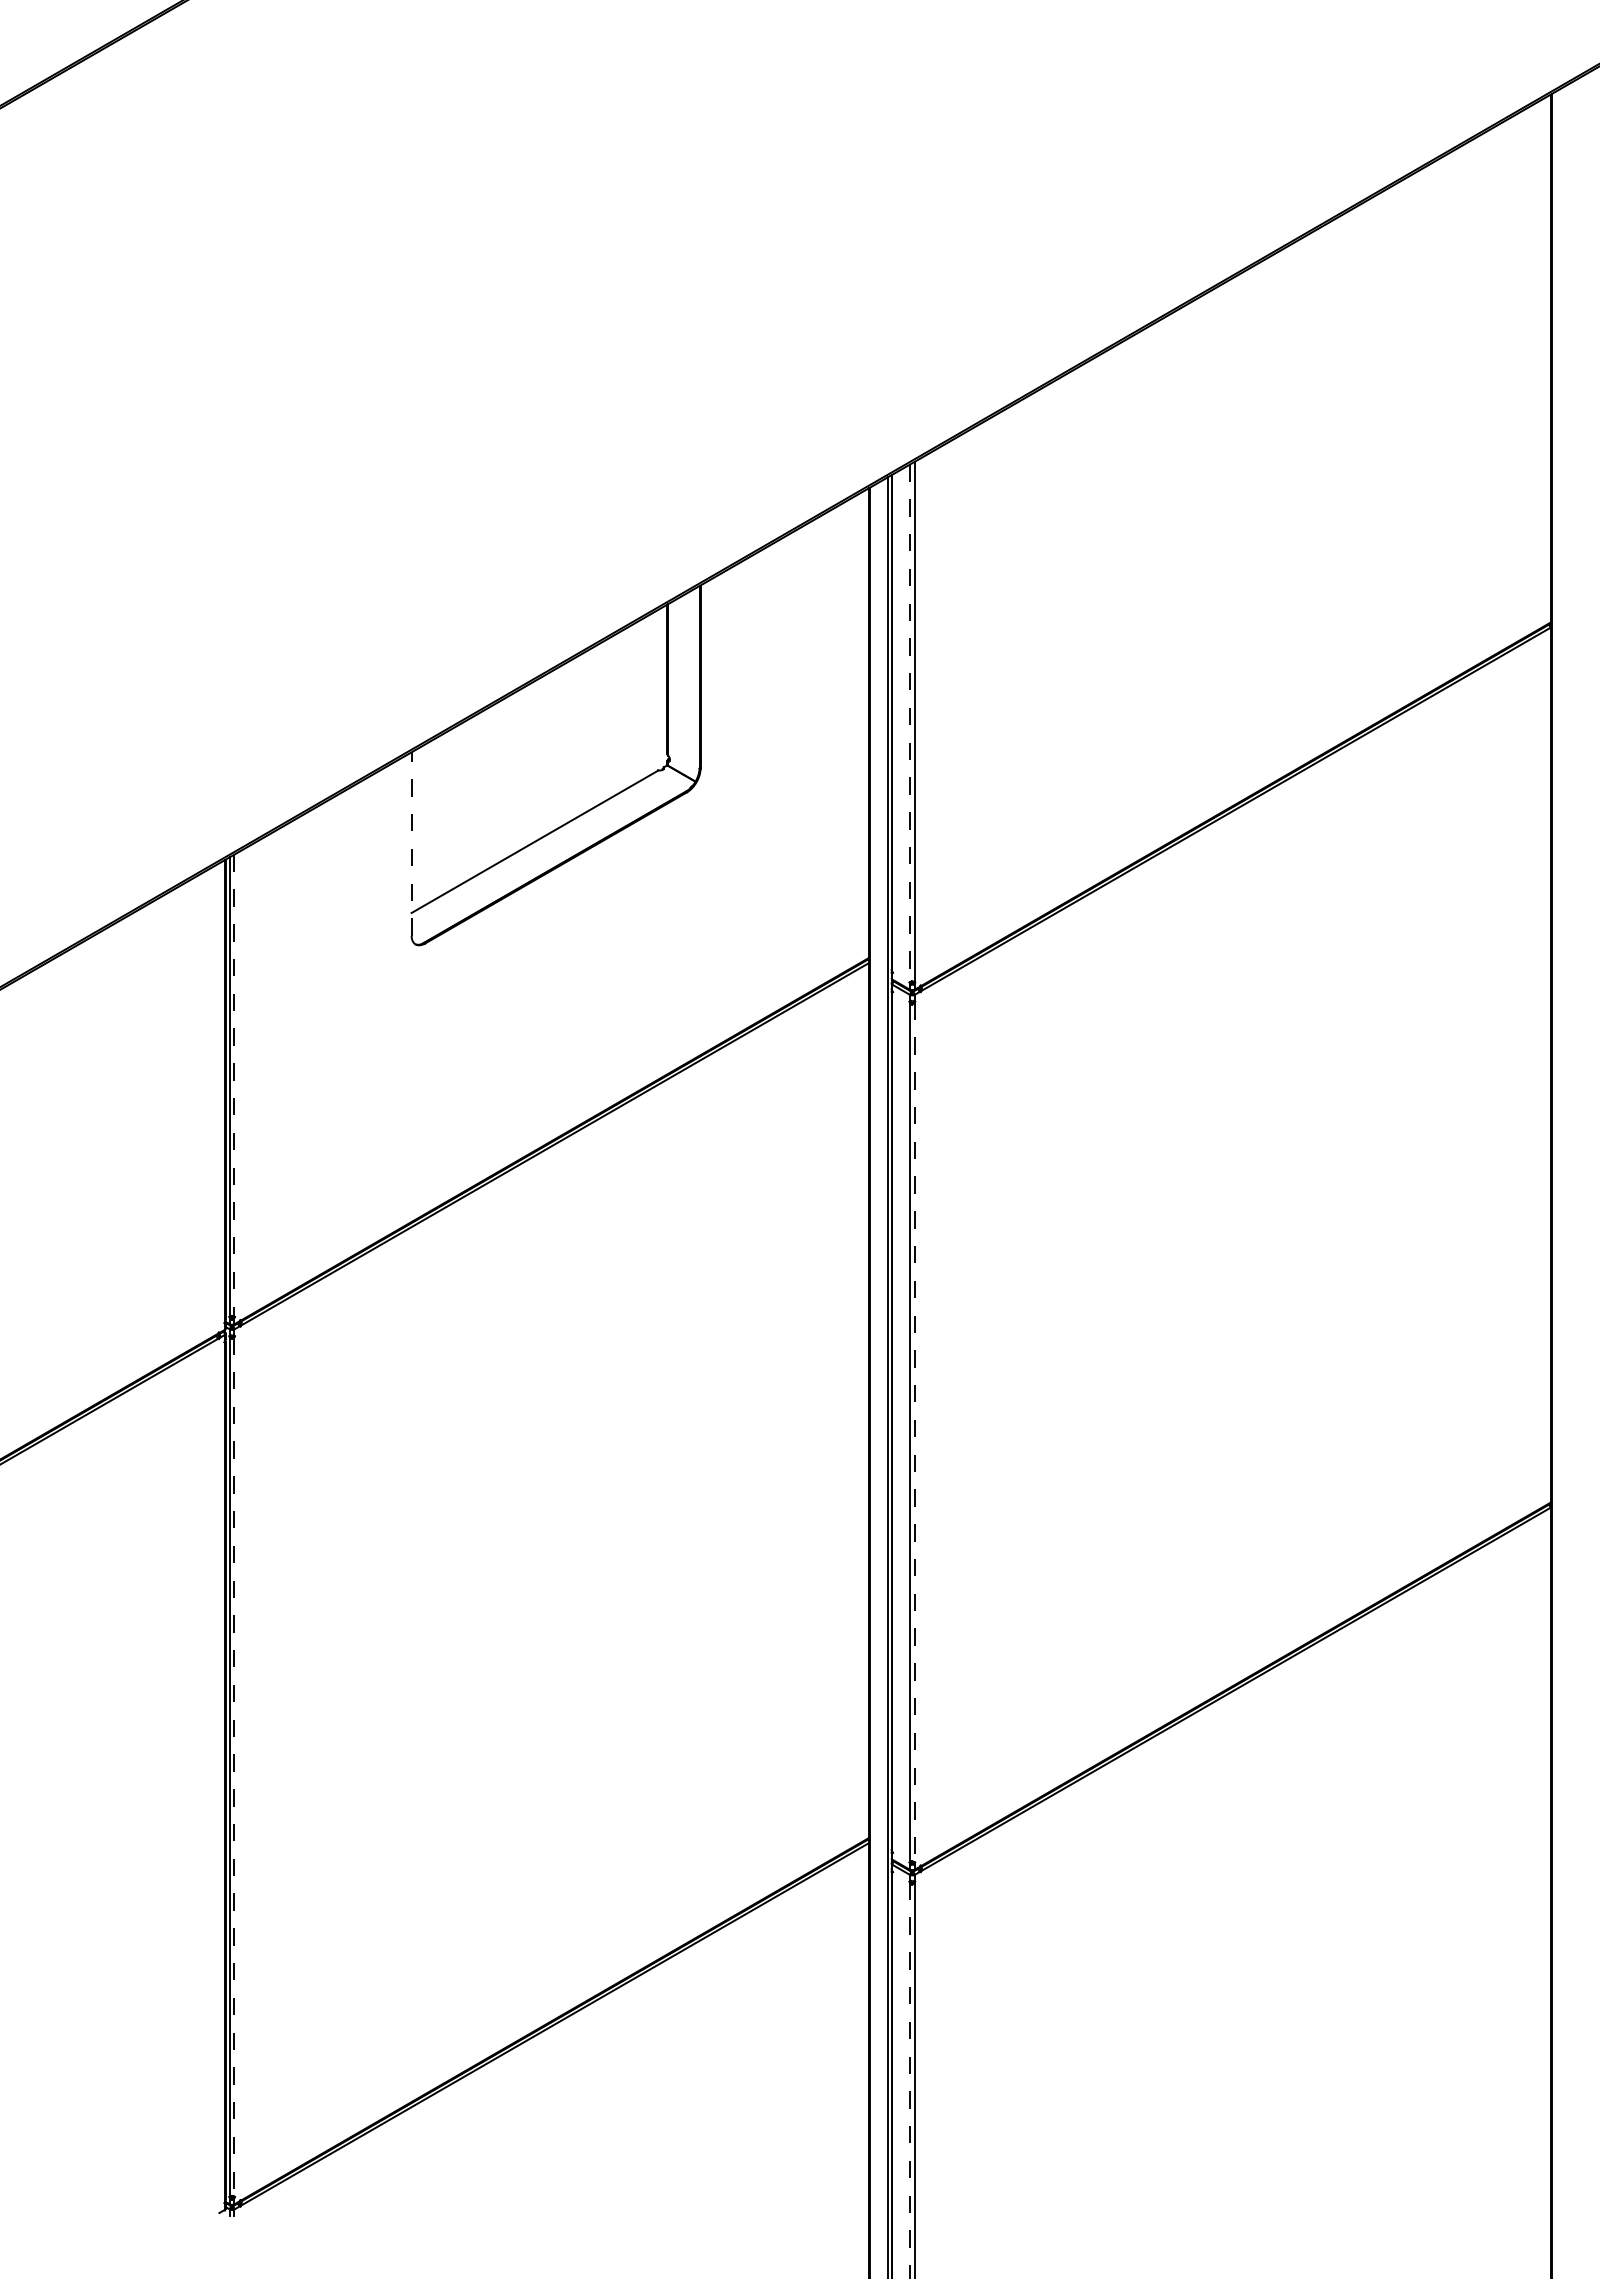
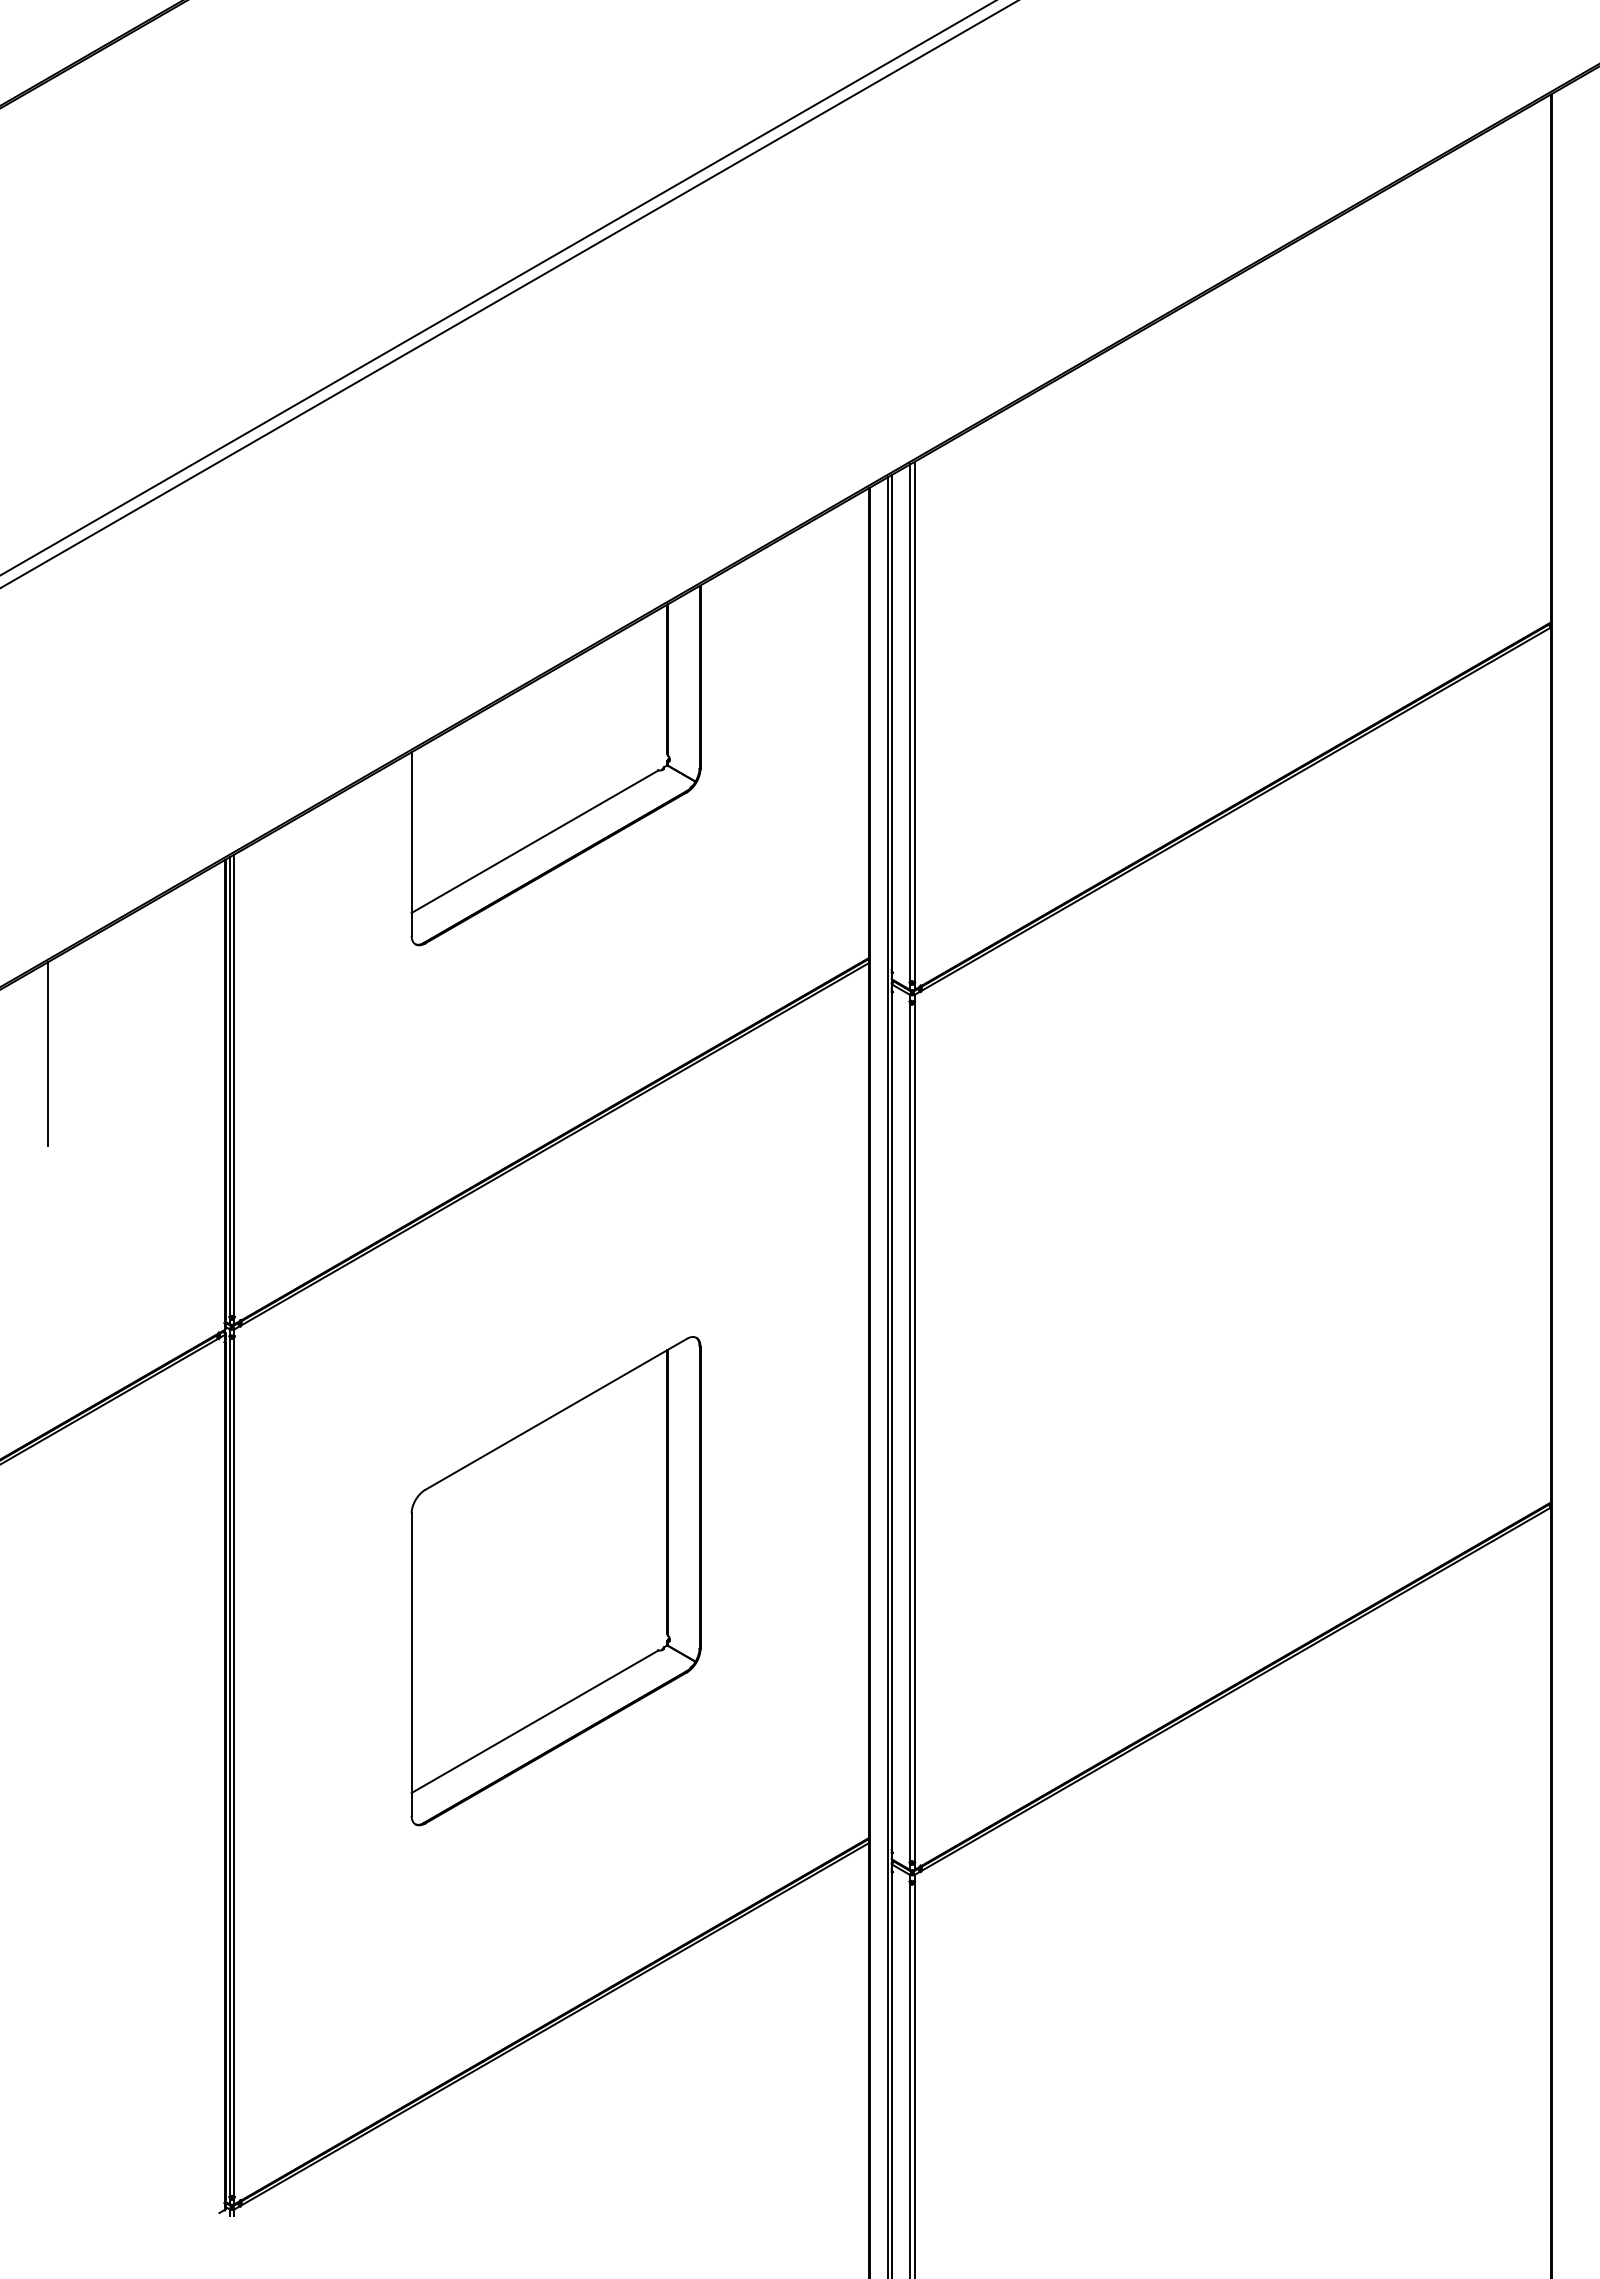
line at (497, 288): none -> present
line at (508, 294): none -> present
line at (910, 723): dashed -> solid
line at (411, 844): dashed -> solid
line at (47, 1053): none -> present
line at (234, 1086): dashed -> solid
line at (914, 1432): dashed -> solid
part at (555, 1581): none -> present
line at (234, 1766): dashed -> solid
line at (910, 2080): dashed -> solid
